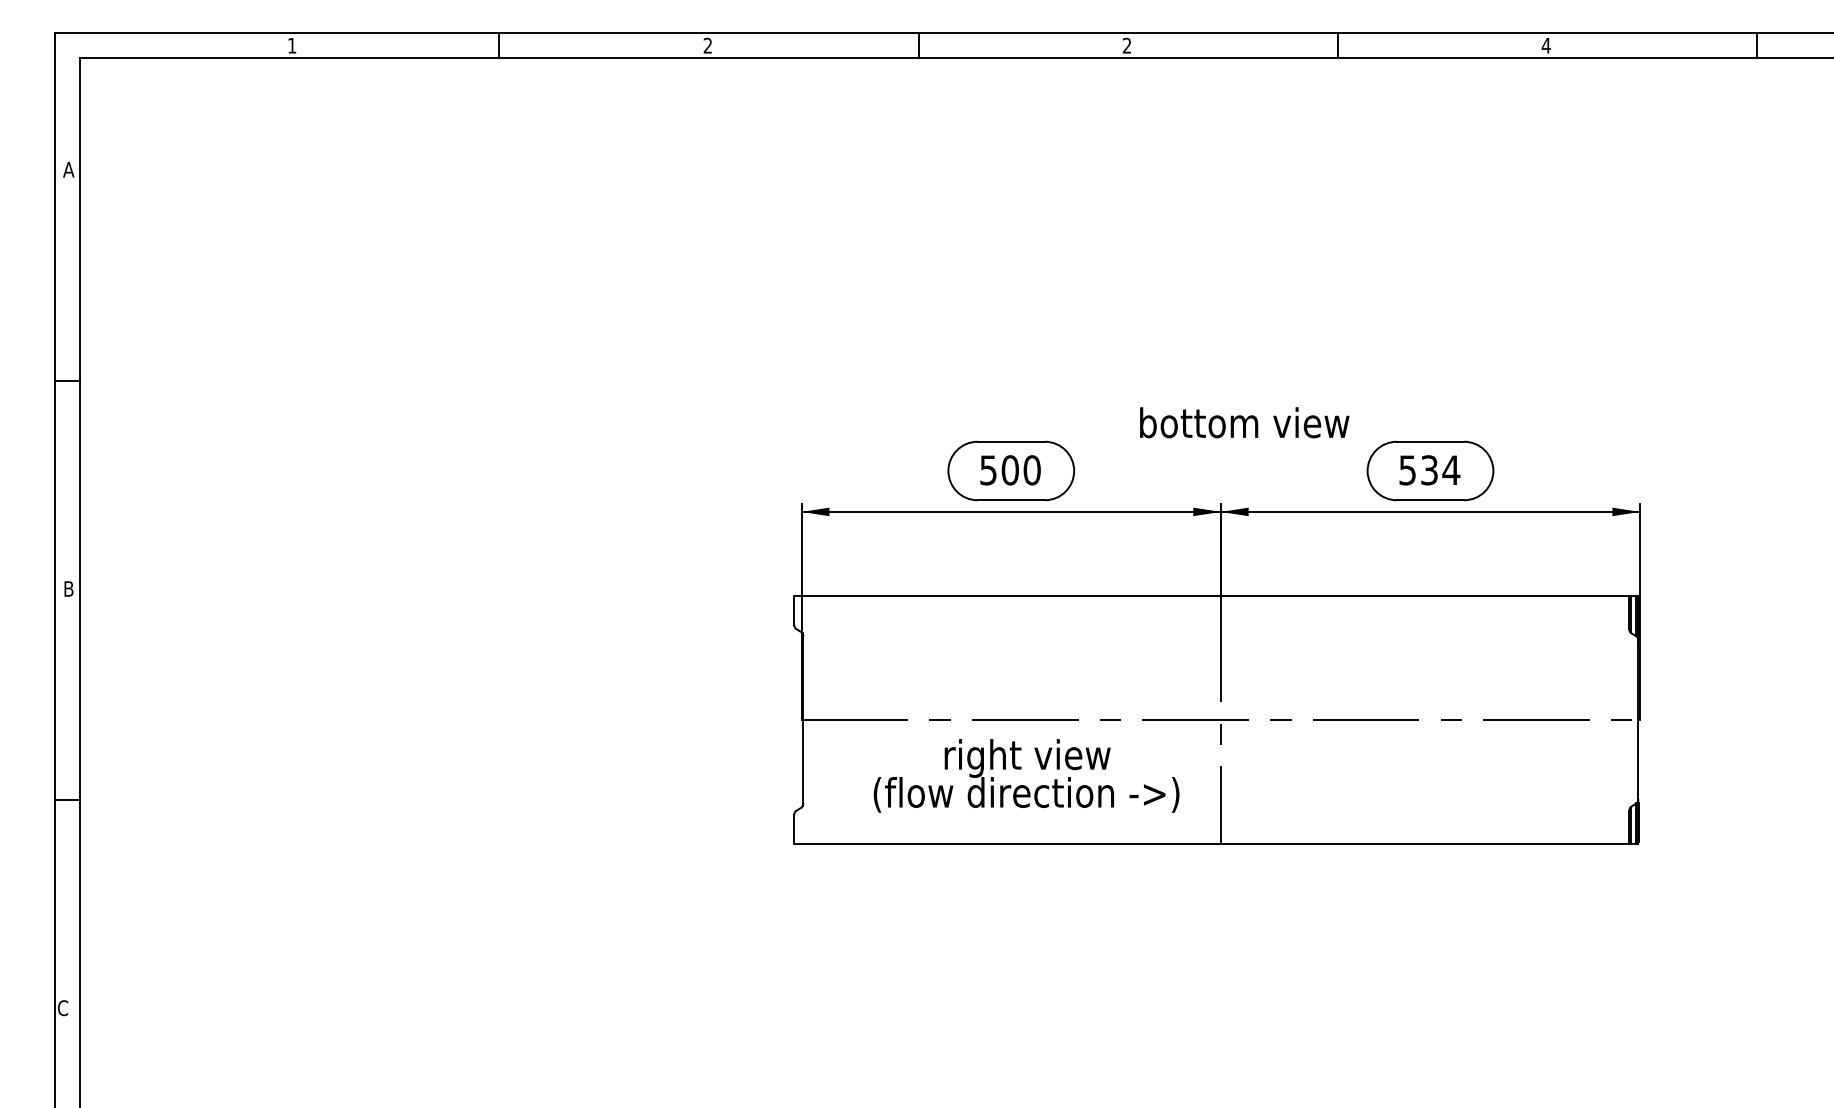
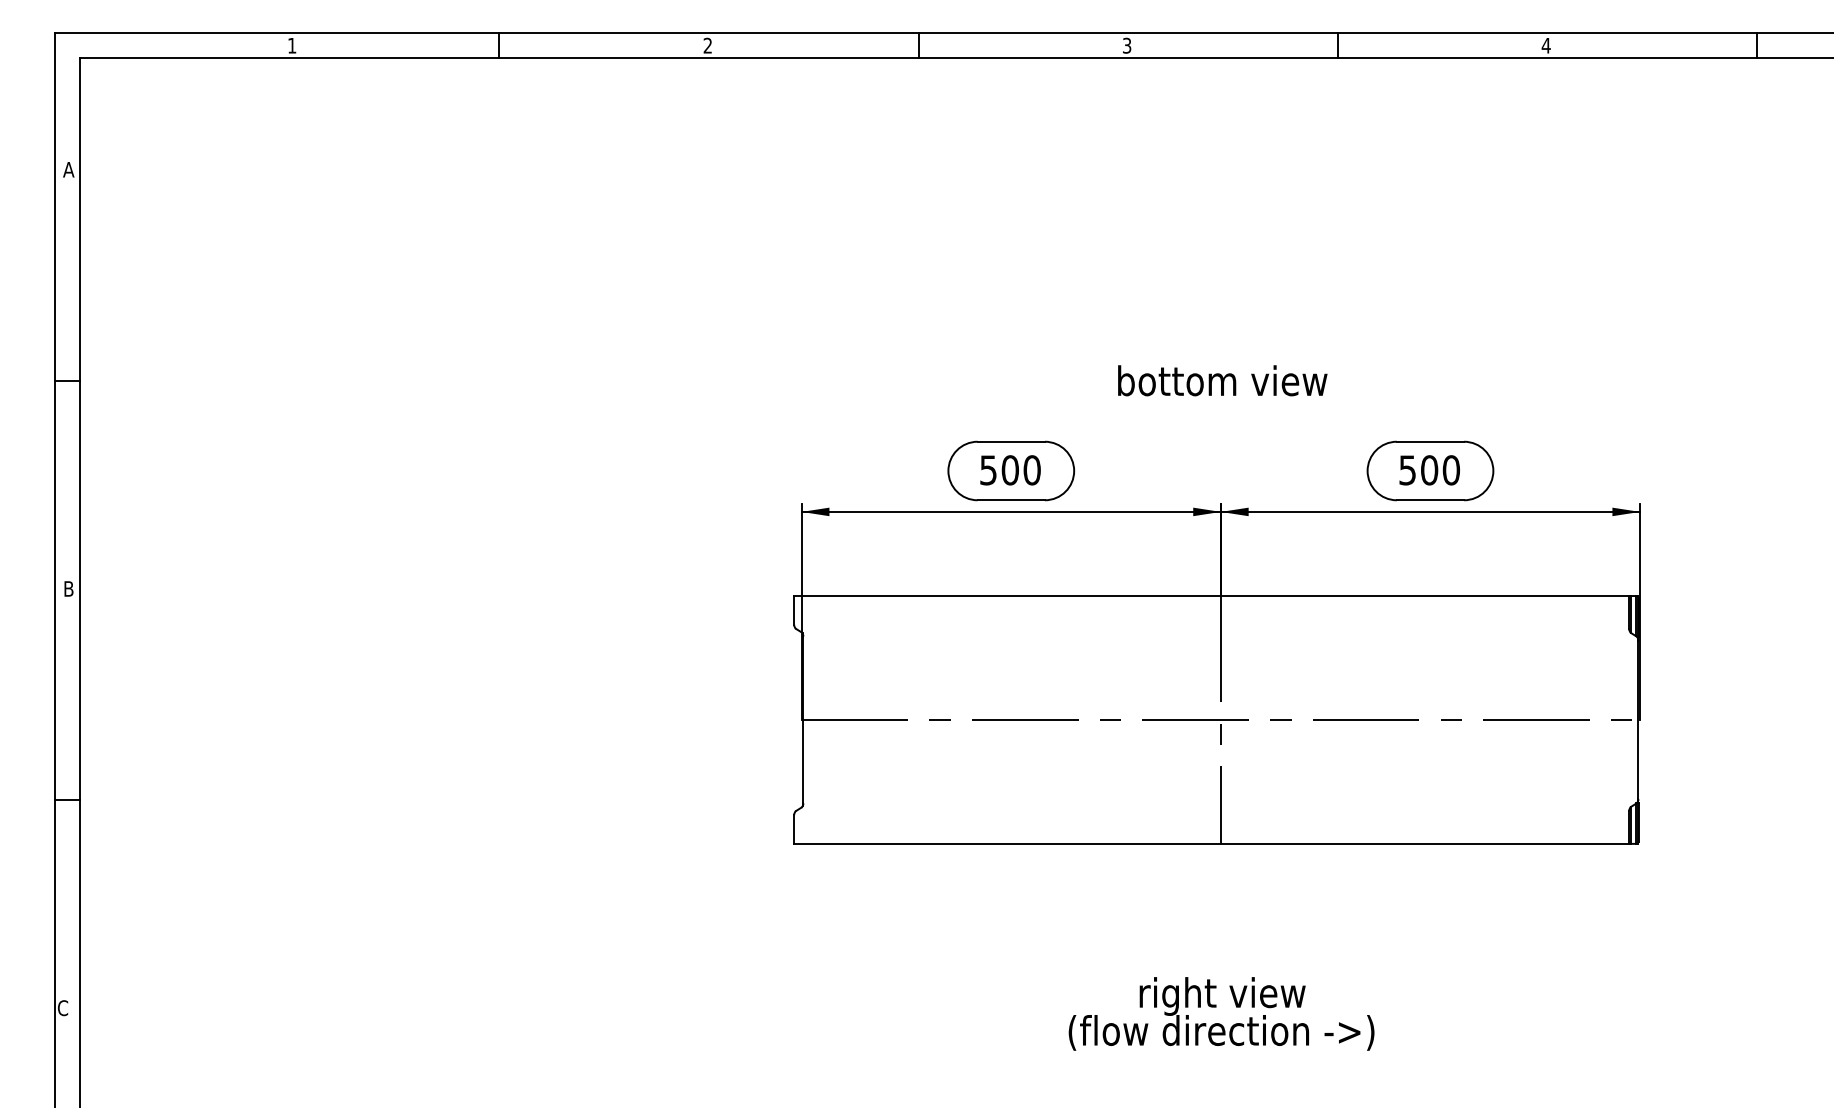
text at (1127, 45): 2 -> 3
text at (1244, 422) position: (1244, 422) -> (1222, 380)
text at (1440, 470): 534 -> 500
text at (1026, 775) position: (1026, 775) -> (1221, 1013)
